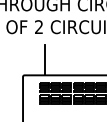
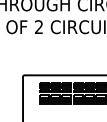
line at (45, 60): present -> none
